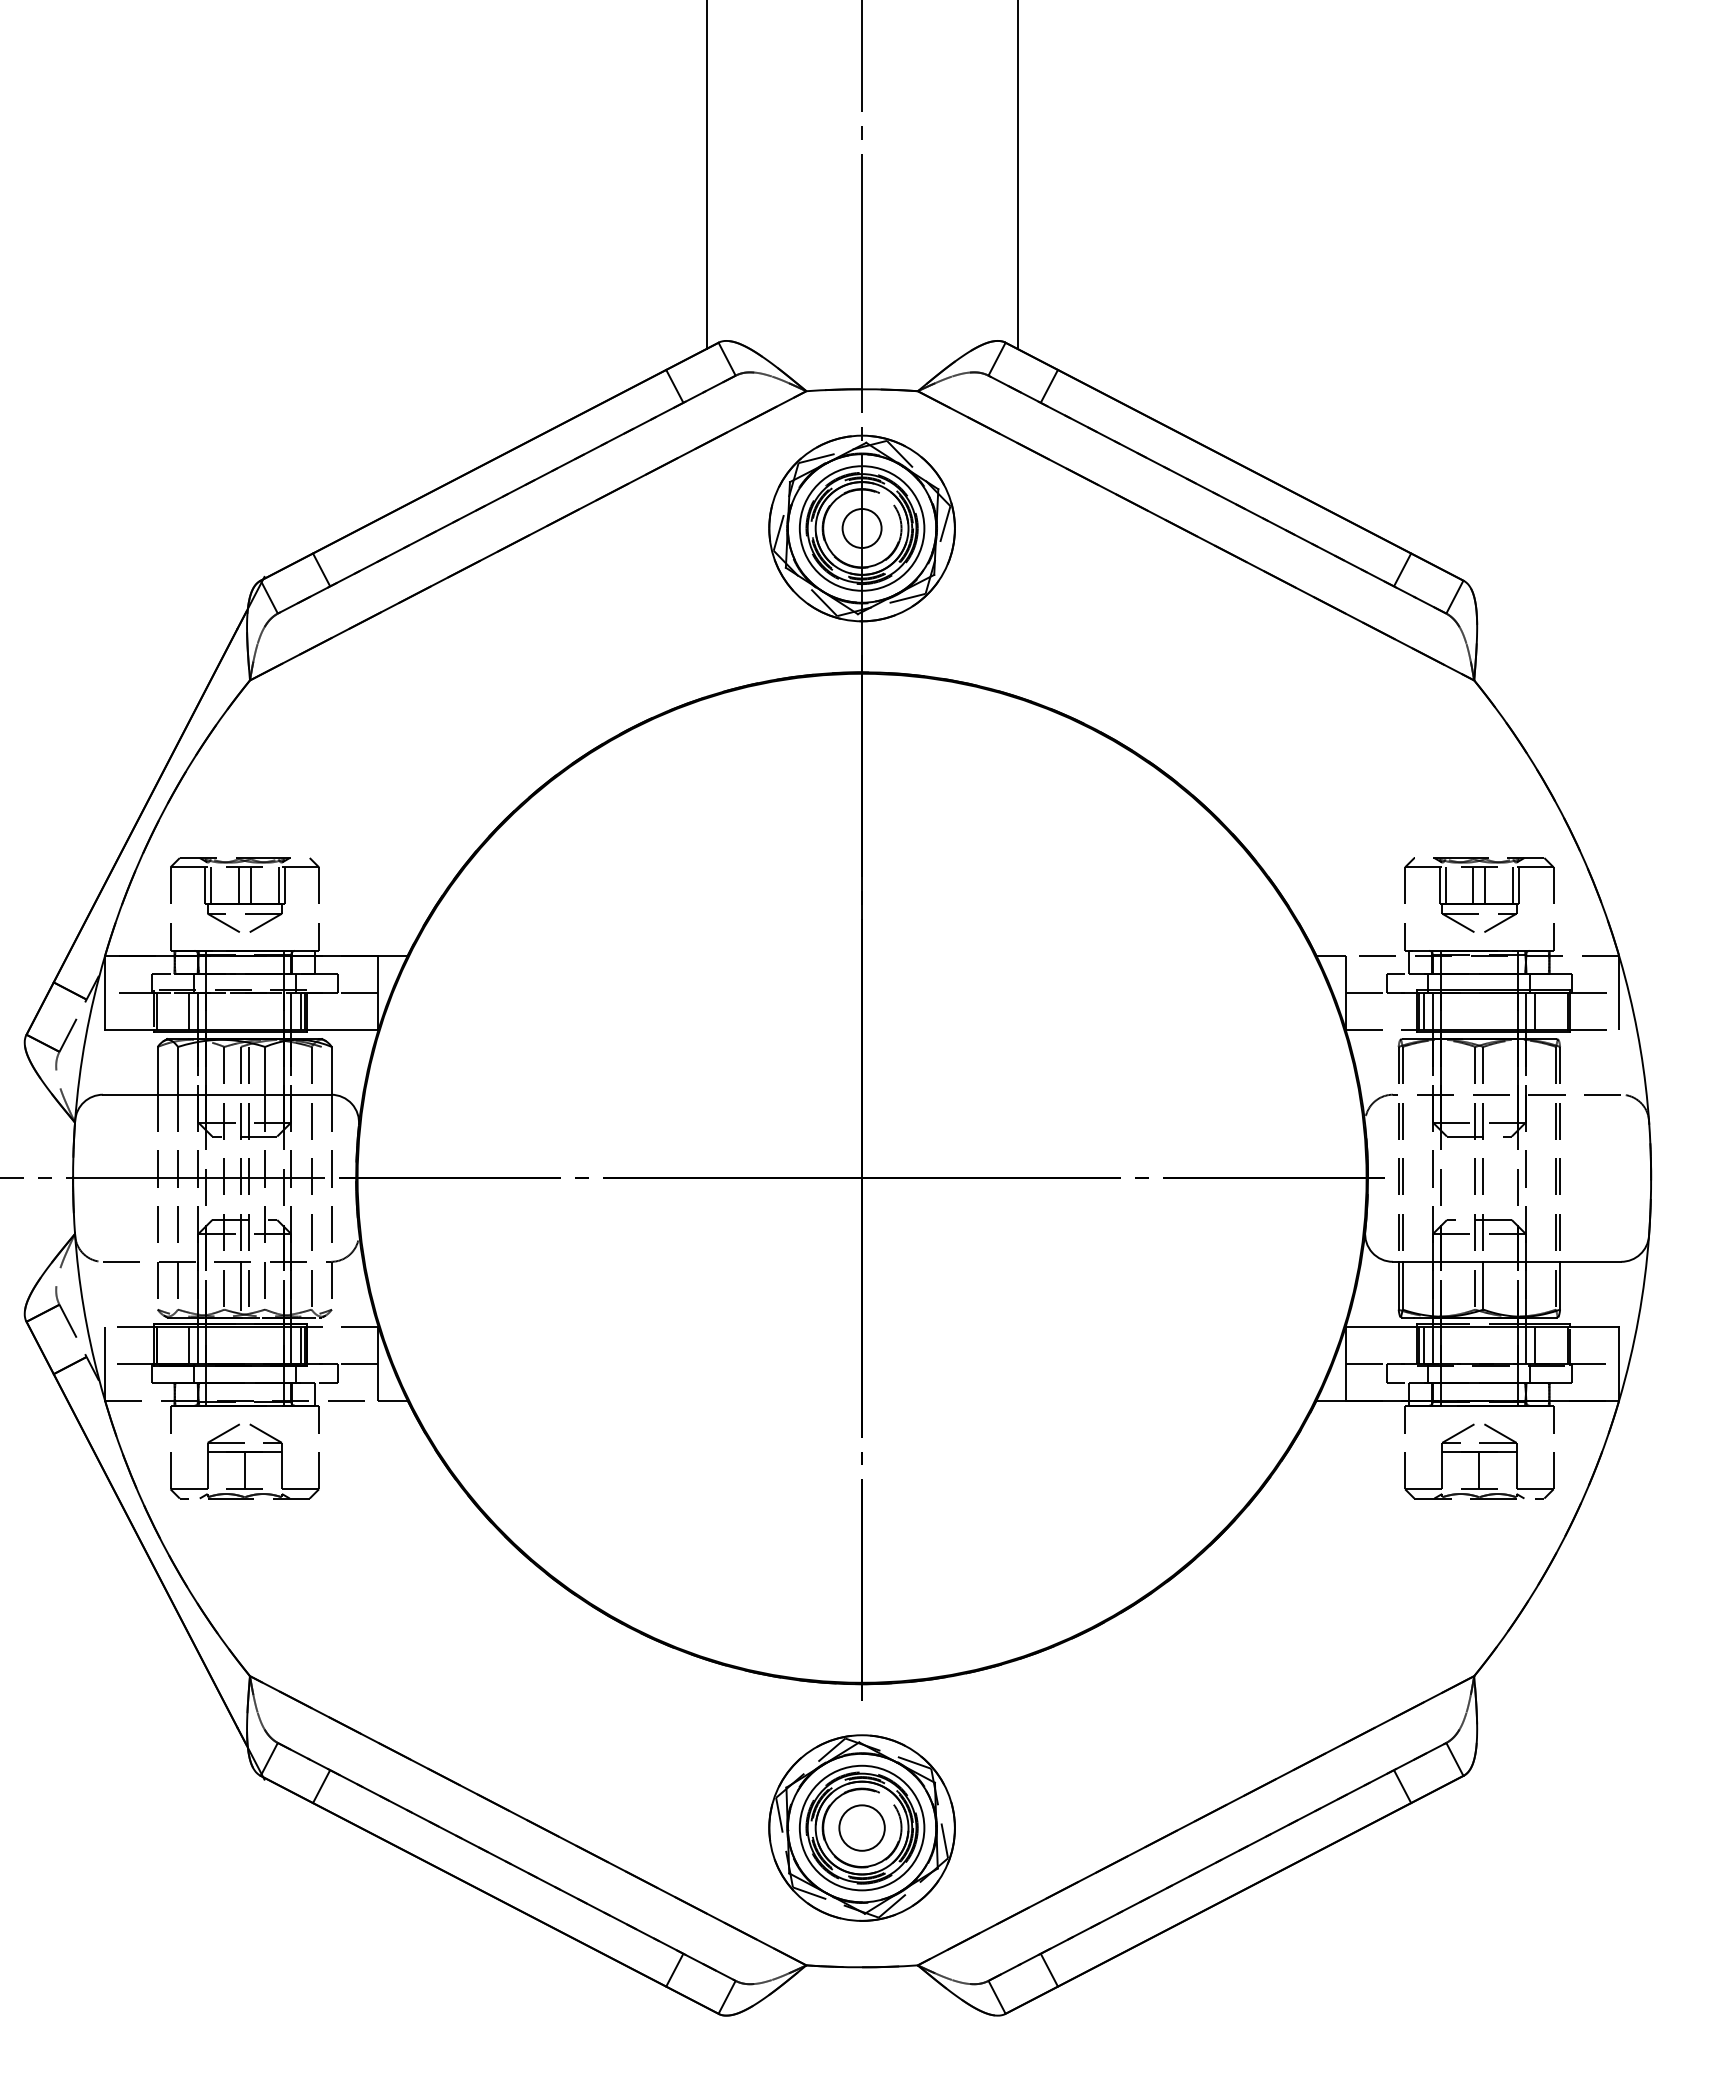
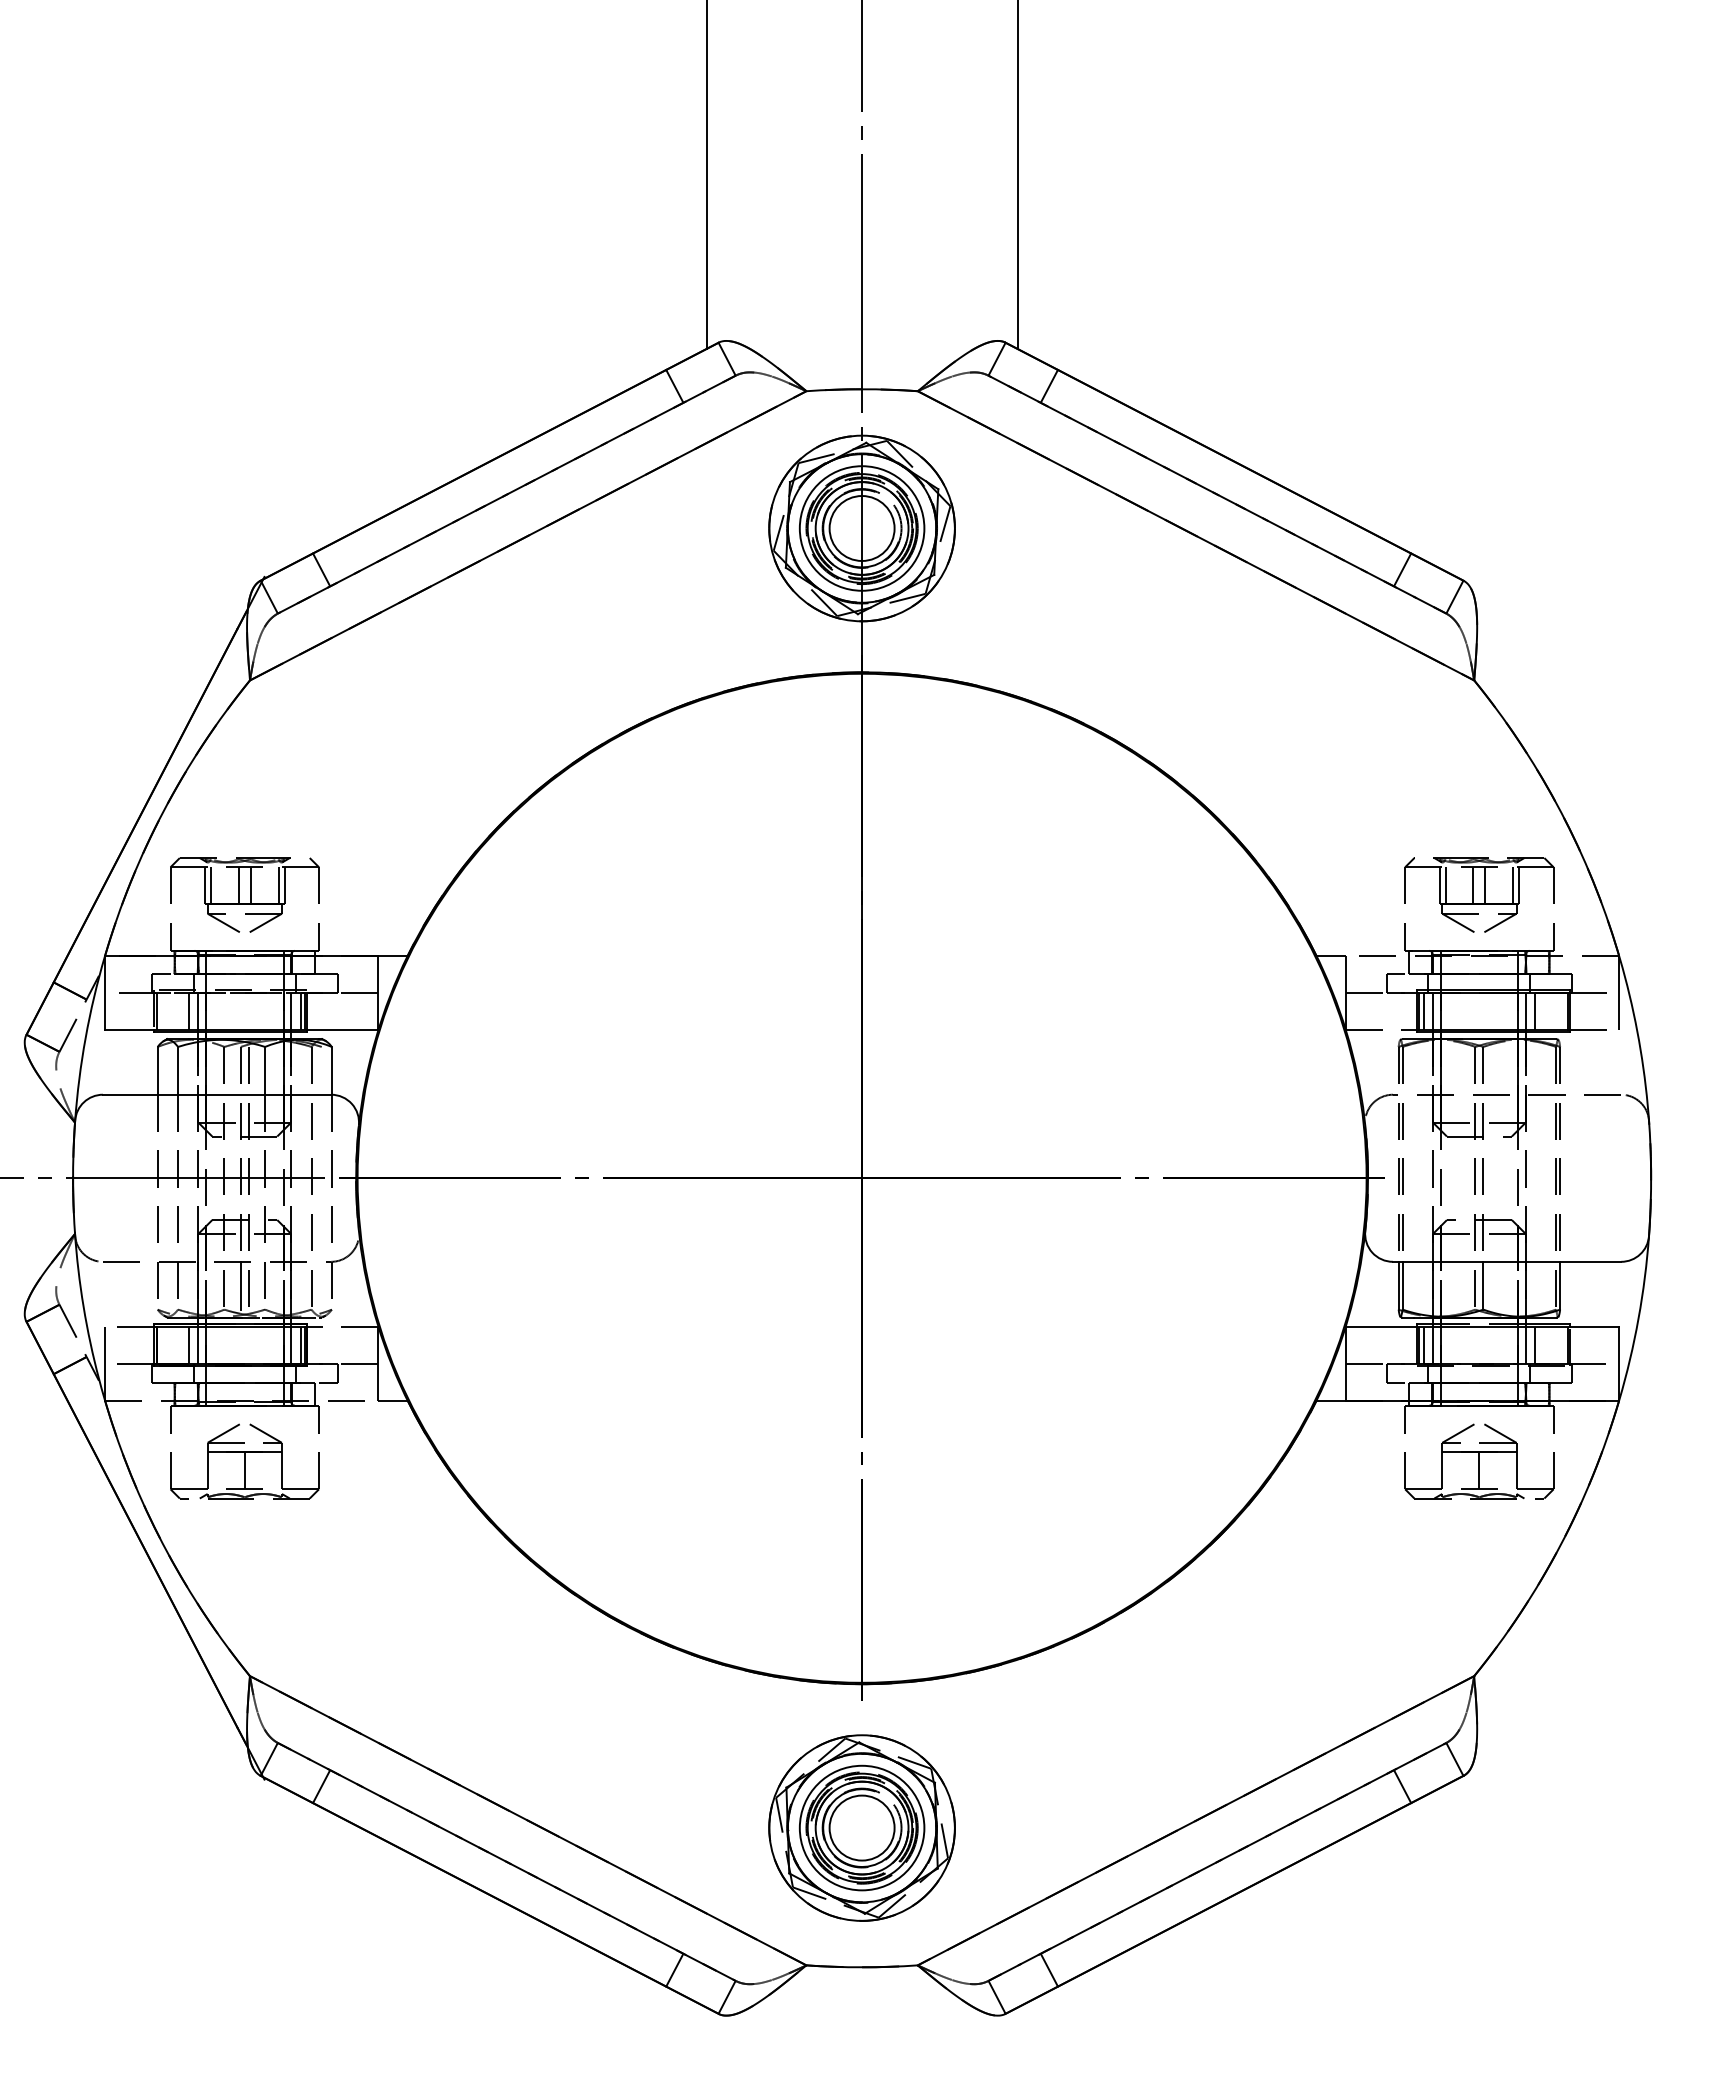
circle at (861, 528) diameter: 39 px -> 65 px
circle at (861, 1827) diameter: 45 px -> 65 px
